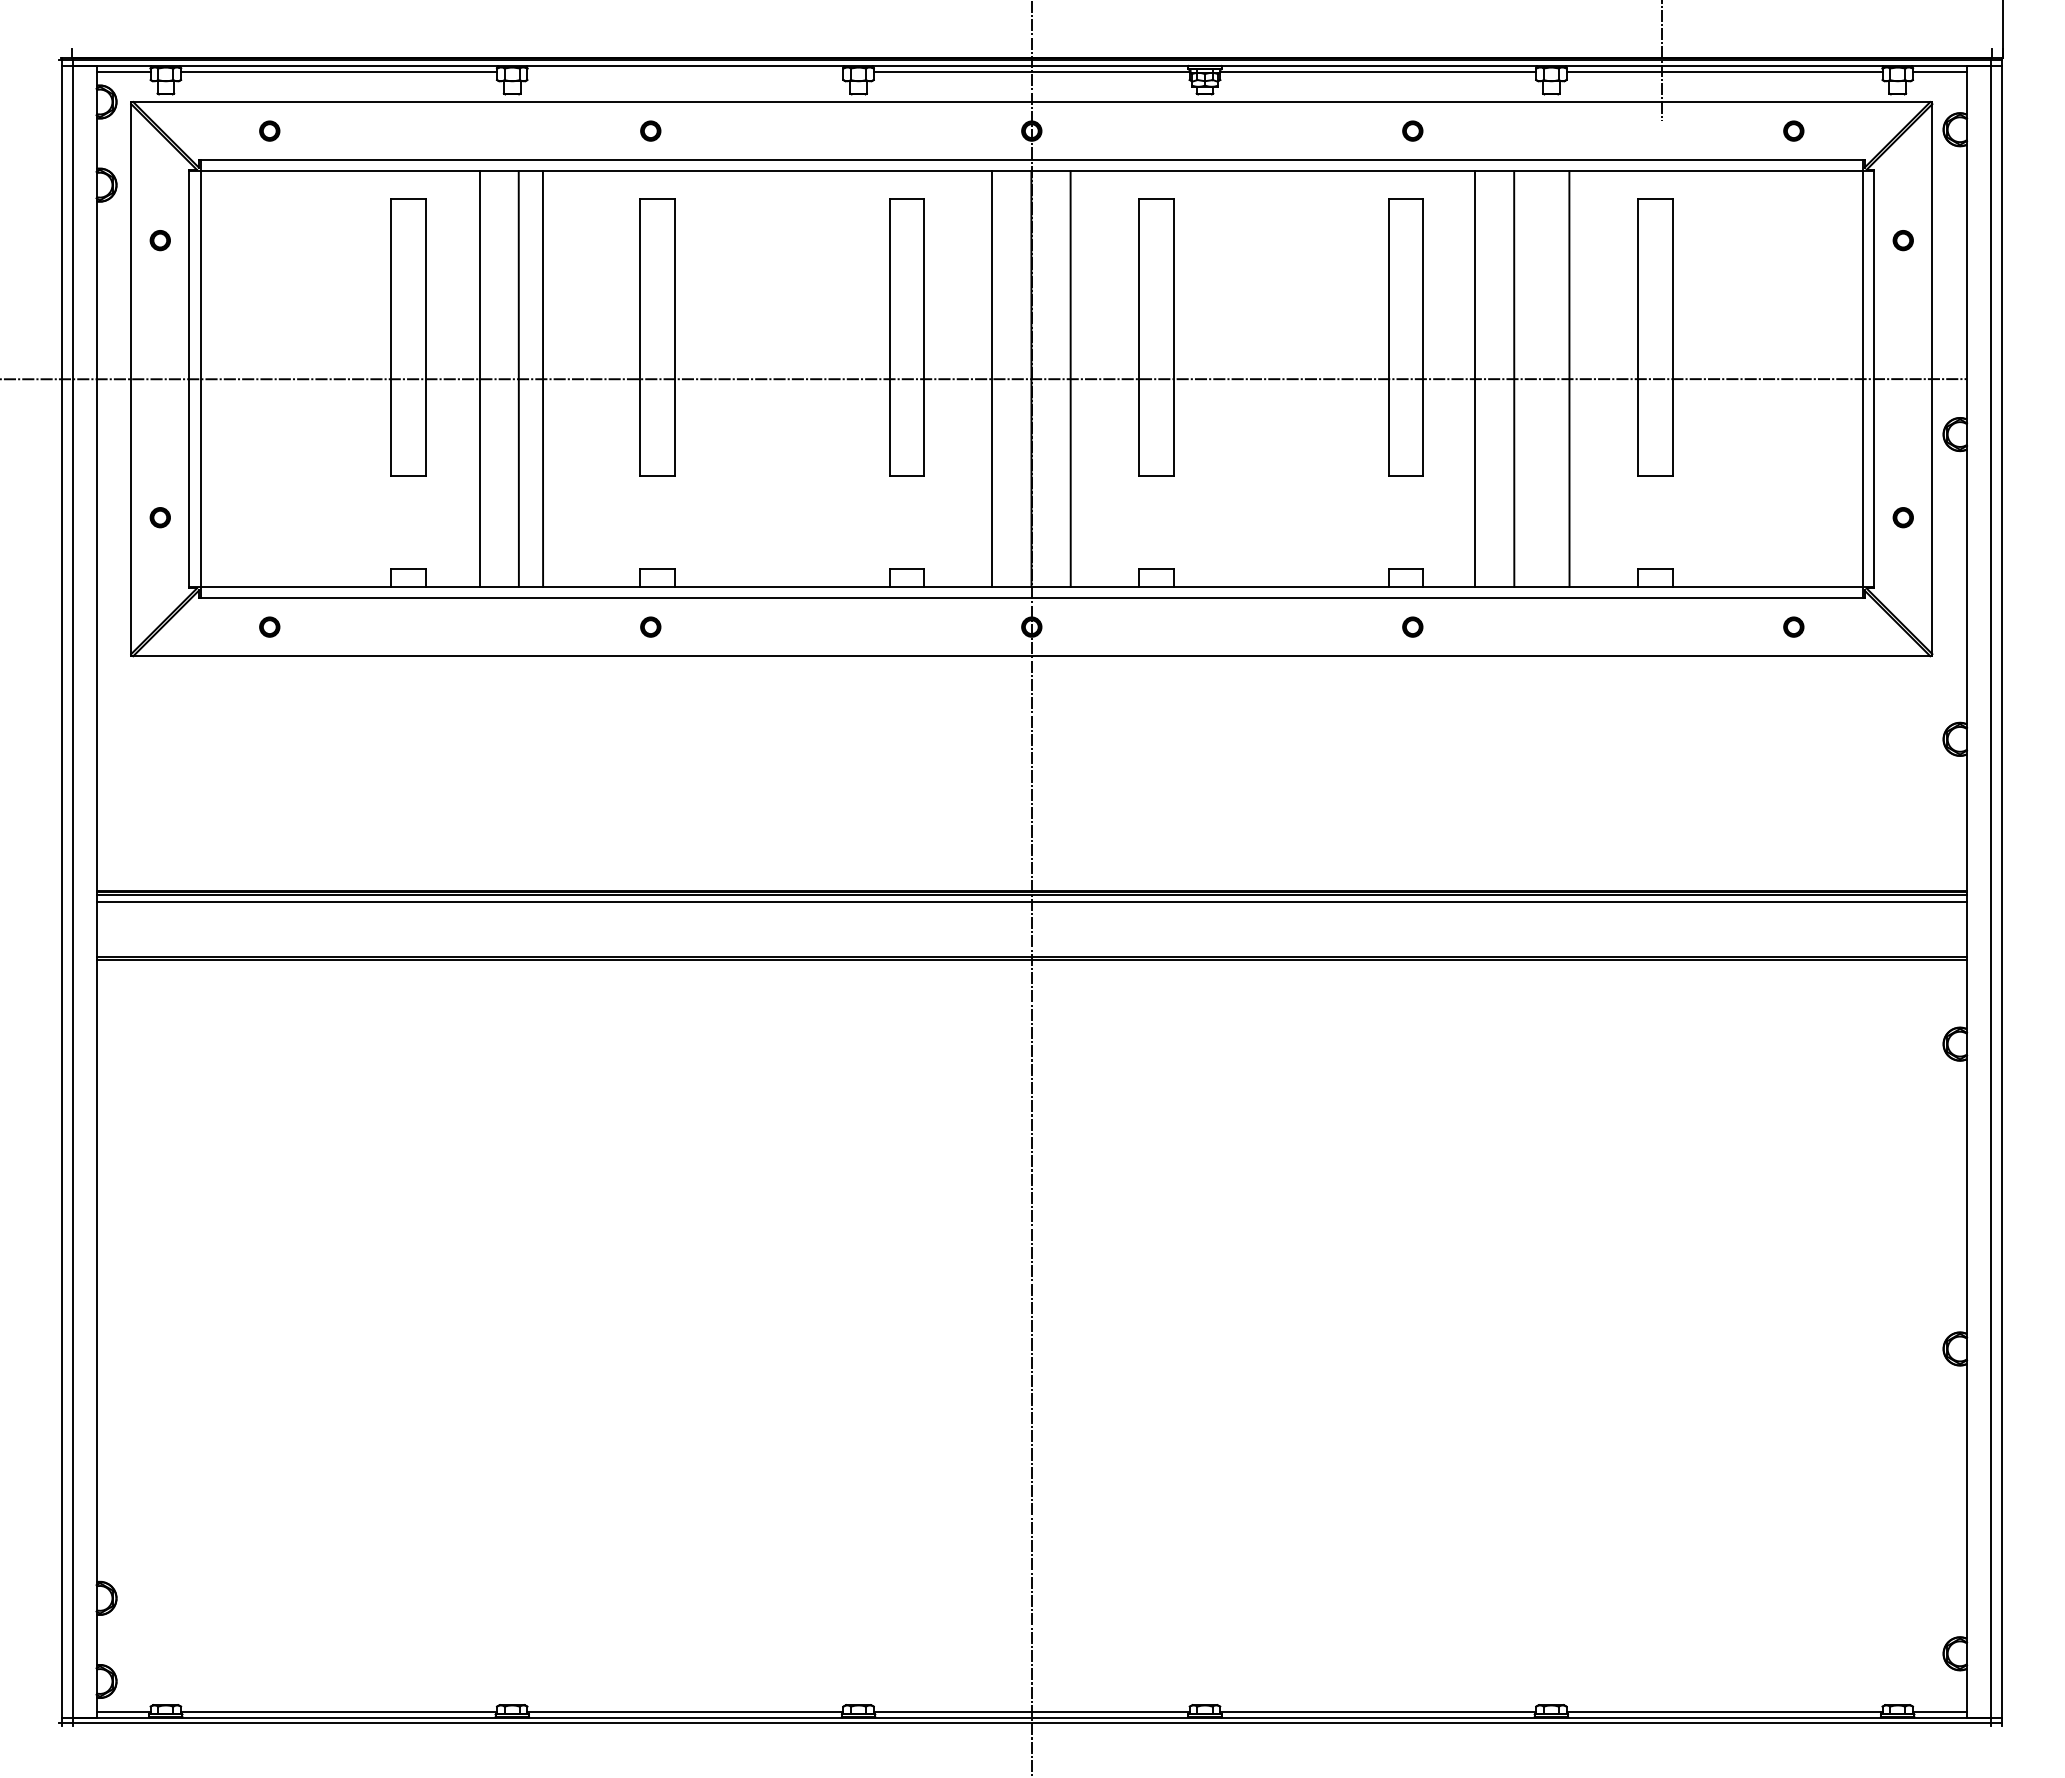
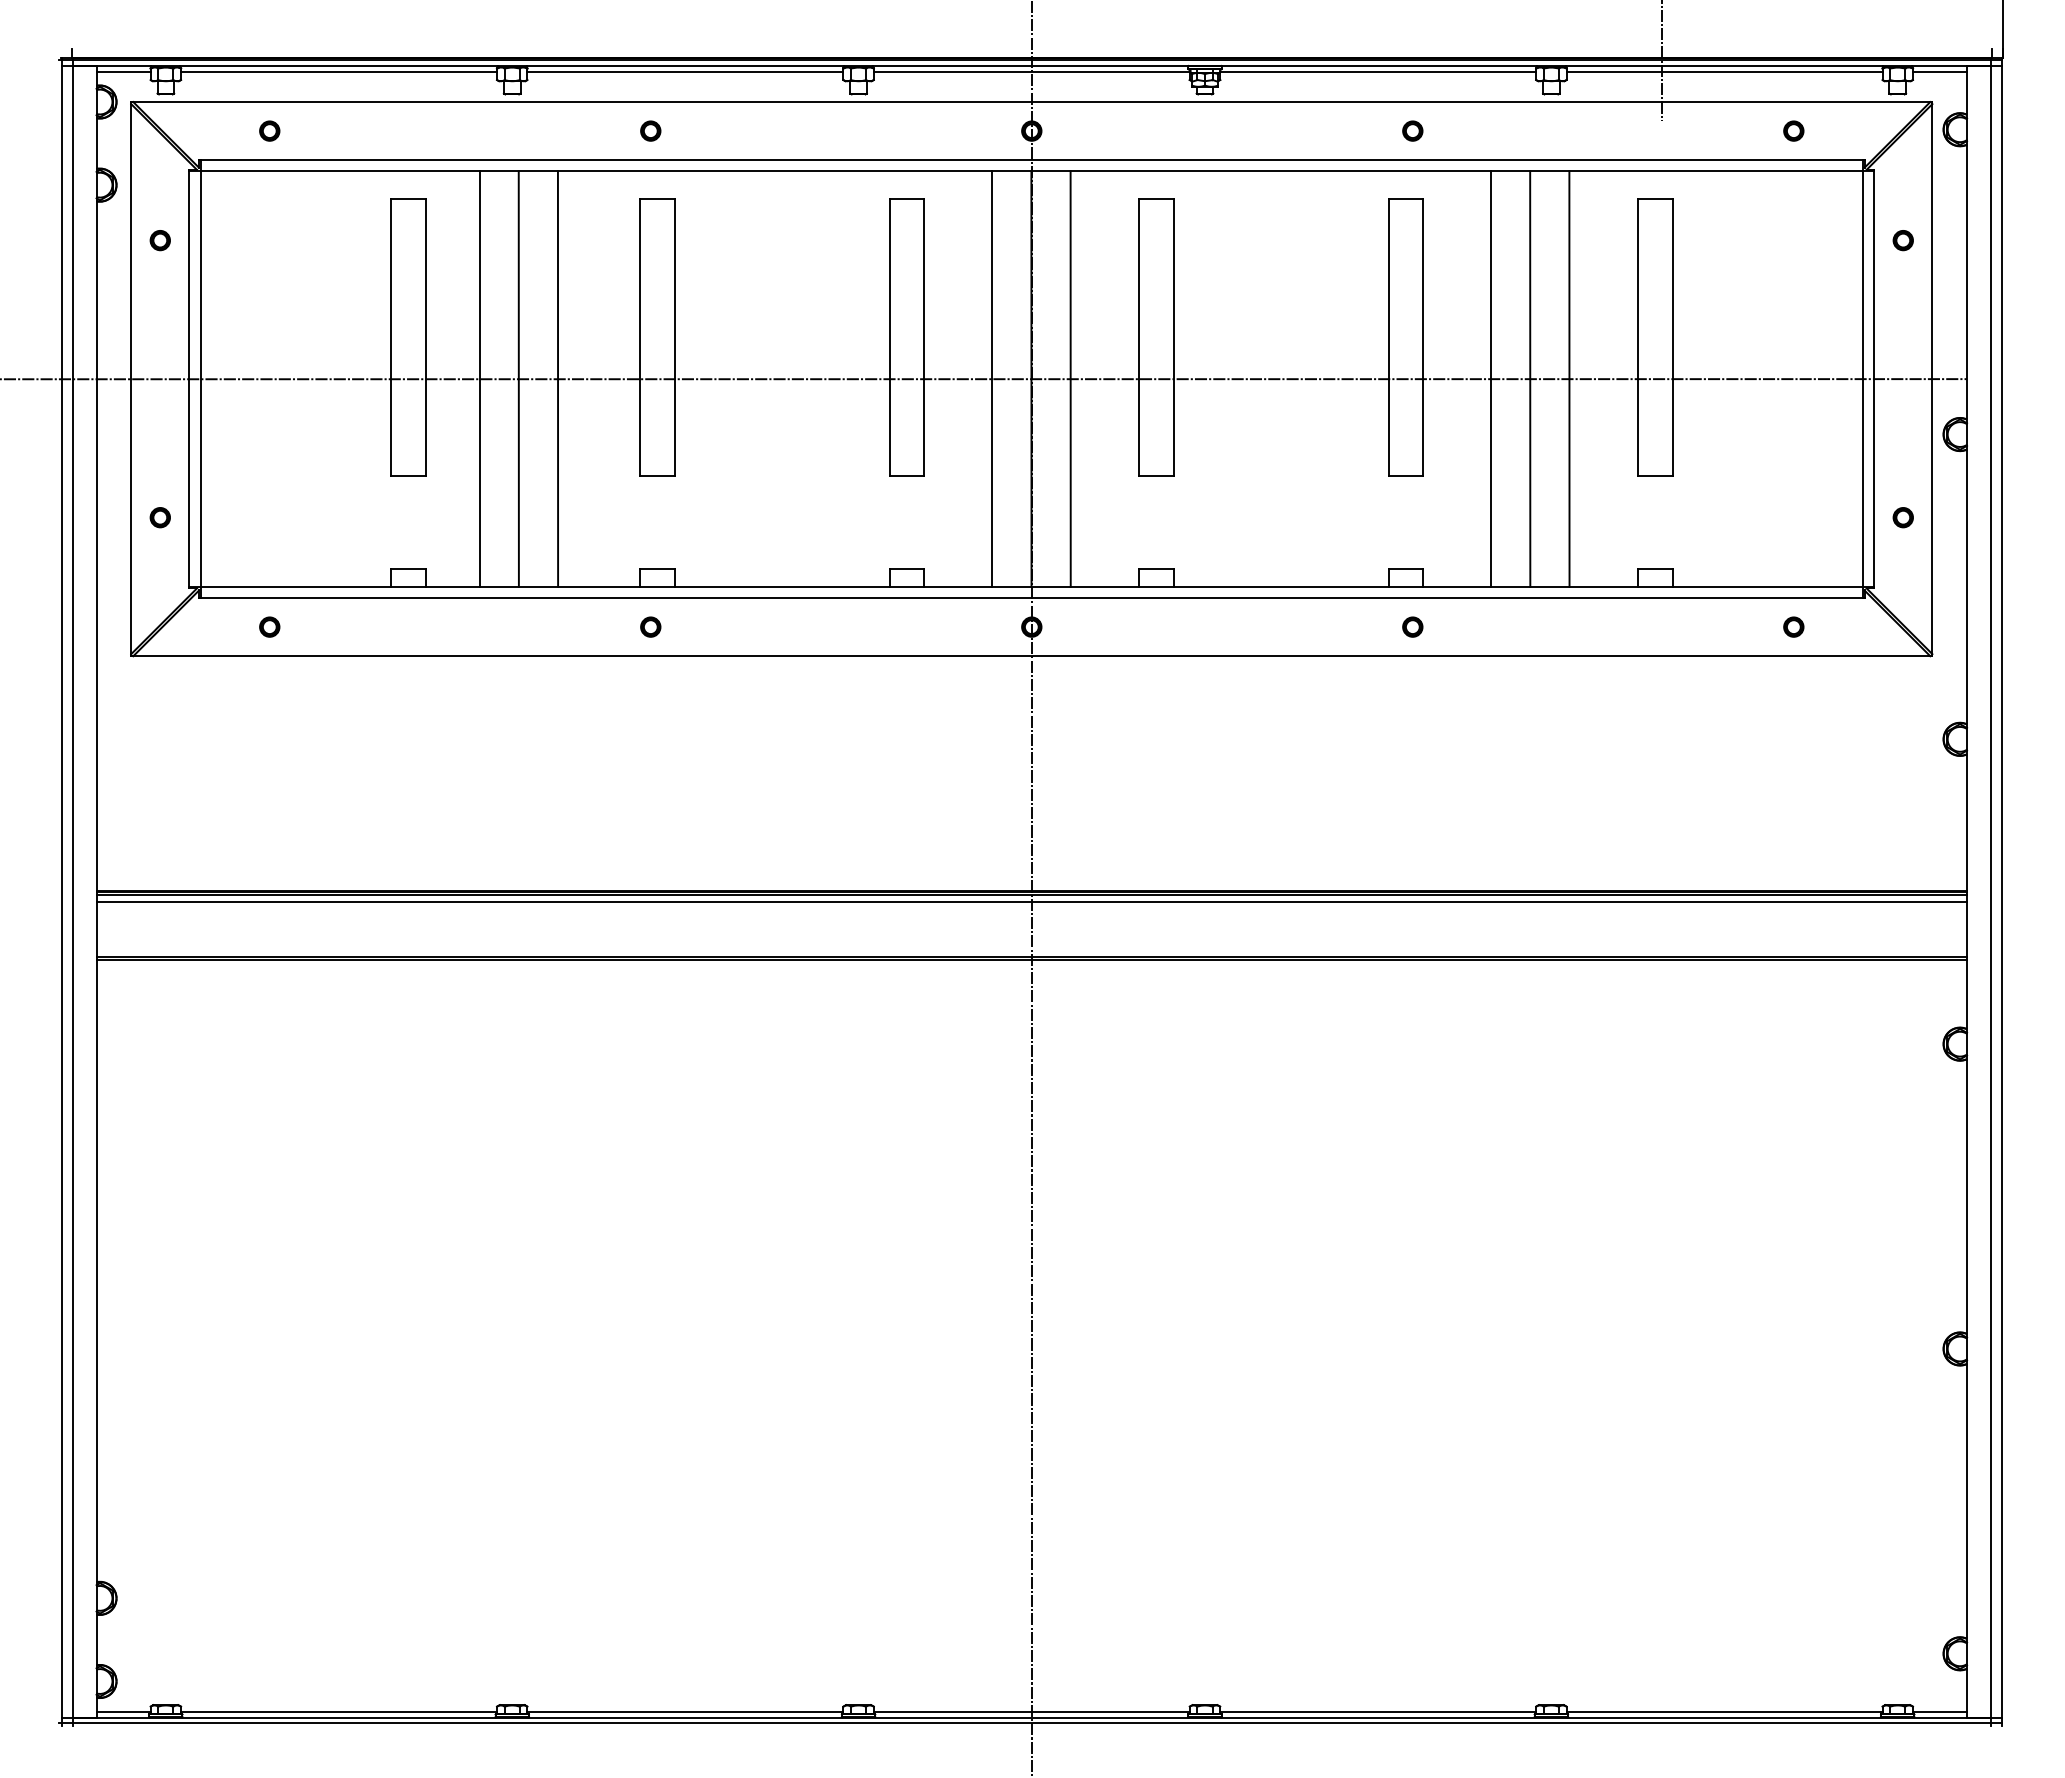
line at (685, 71): none -> present
line at (542, 378) position: (542, 378) -> (557, 378)
line at (1475, 378) position: (1475, 378) -> (1491, 378)
line at (1514, 378) position: (1514, 378) -> (1530, 378)
